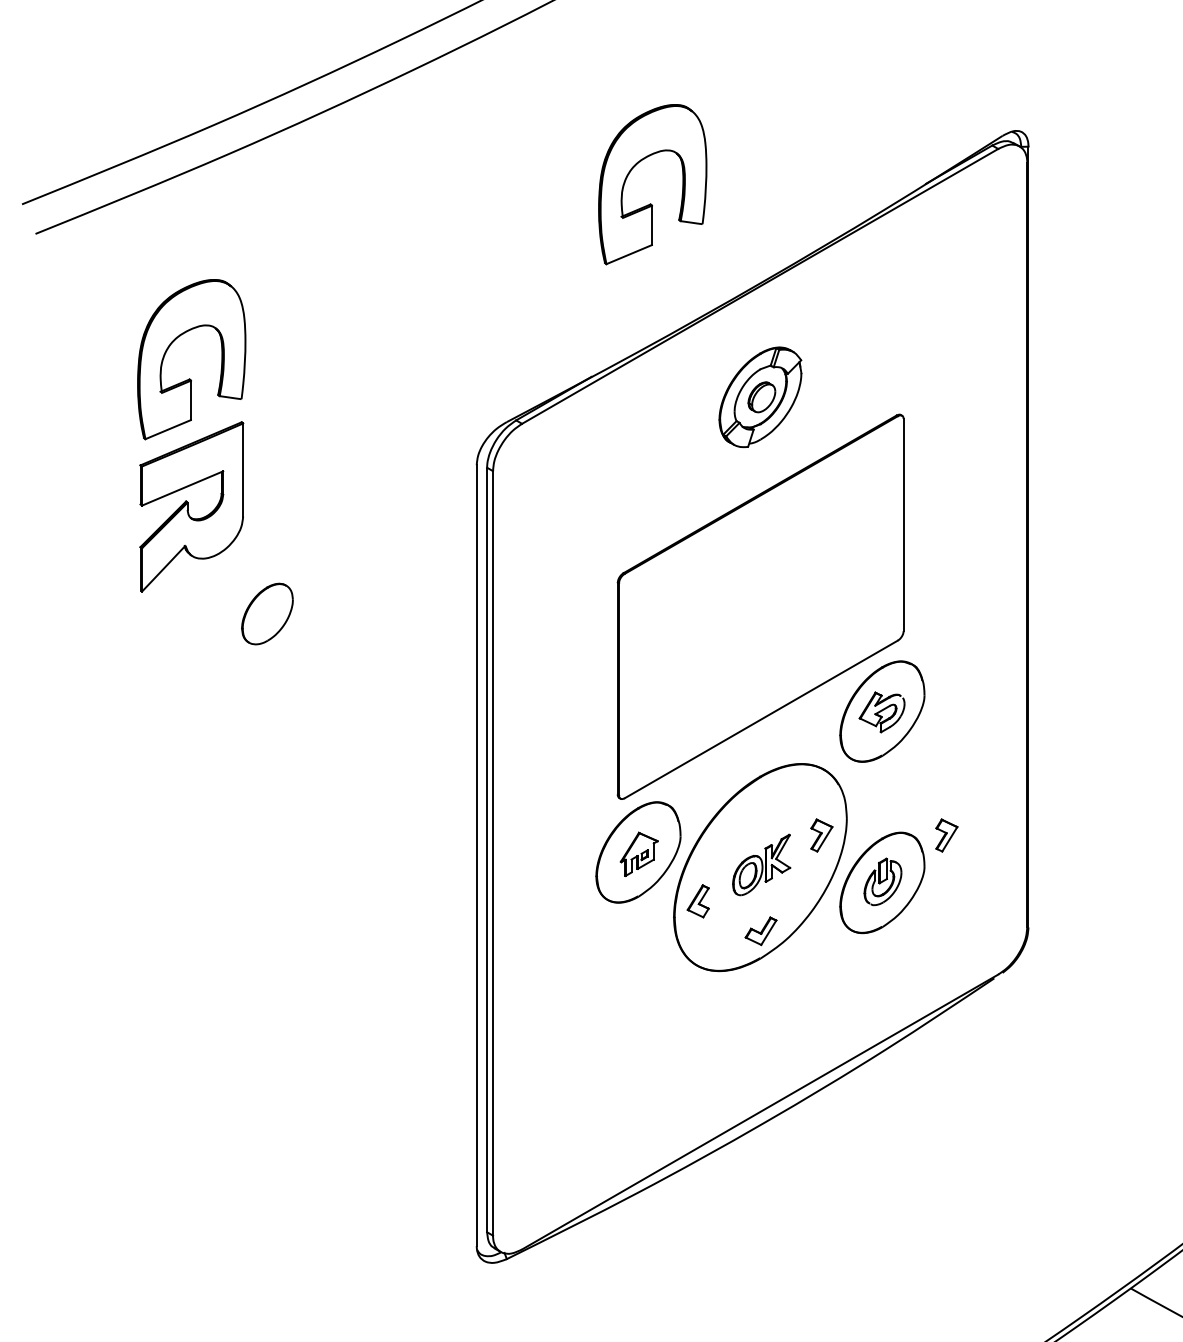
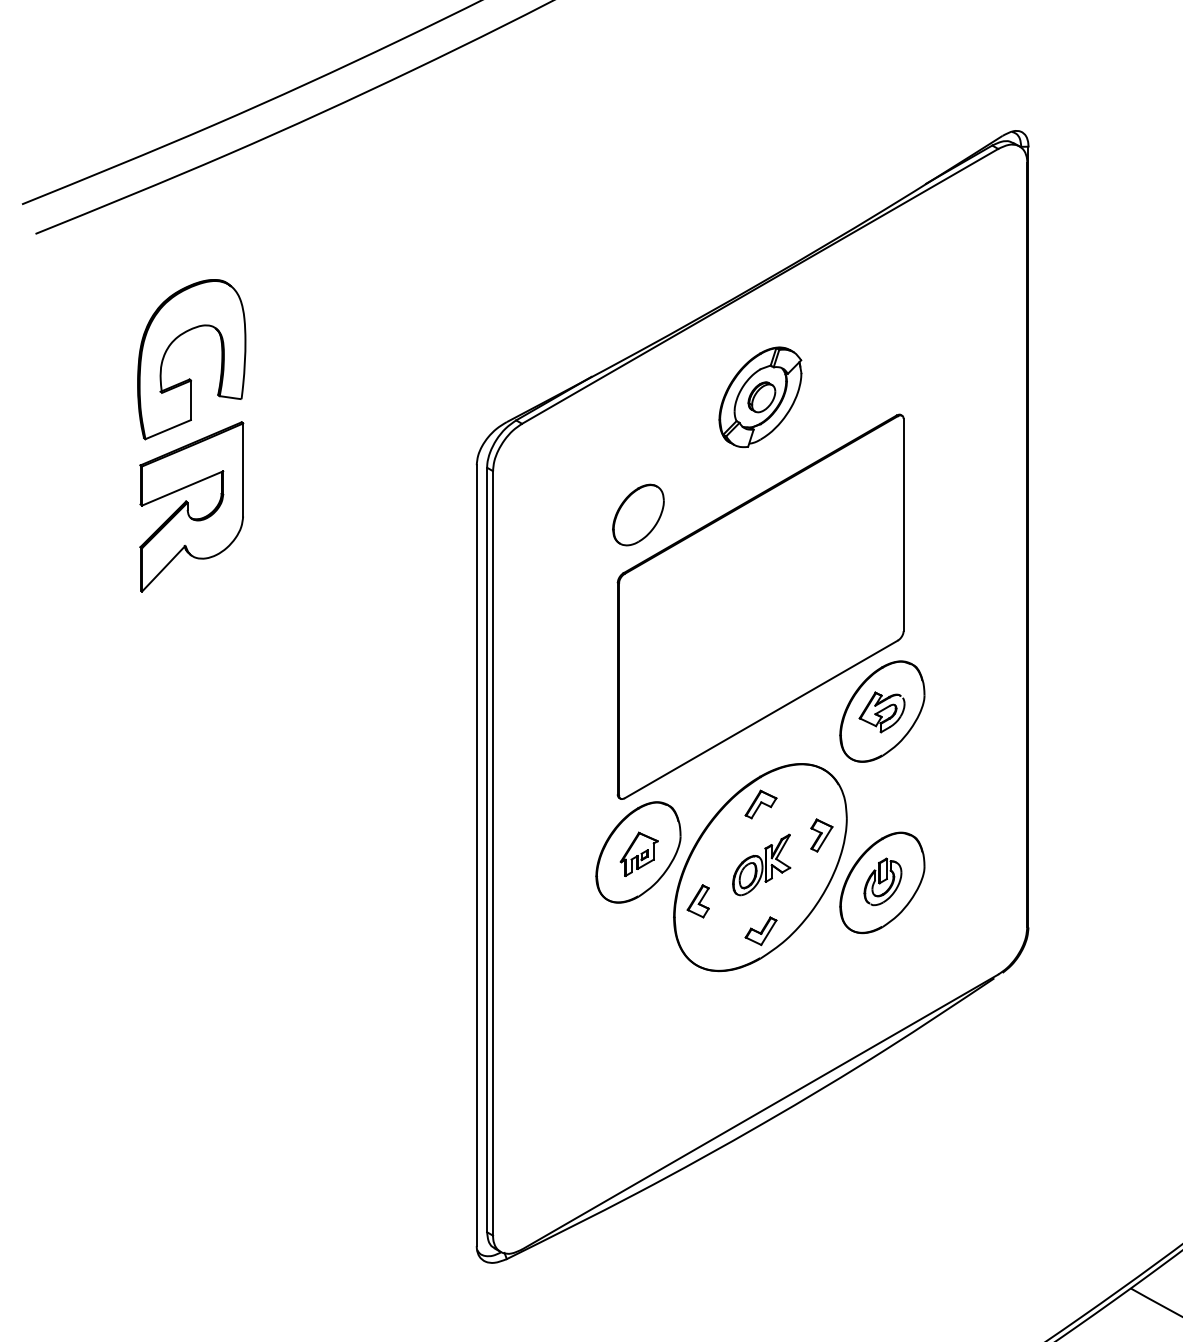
part at (651, 203): present -> none
part at (267, 613) position: (267, 613) -> (638, 514)
part at (760, 804): none -> present
part at (946, 835): present -> none
